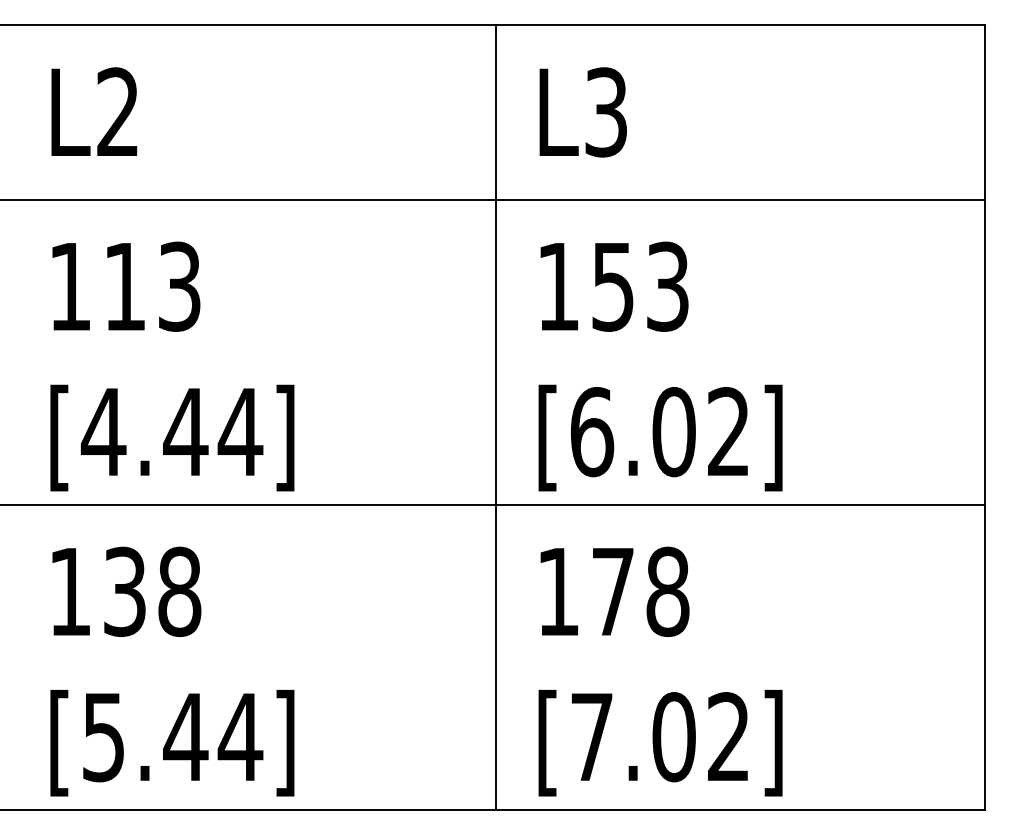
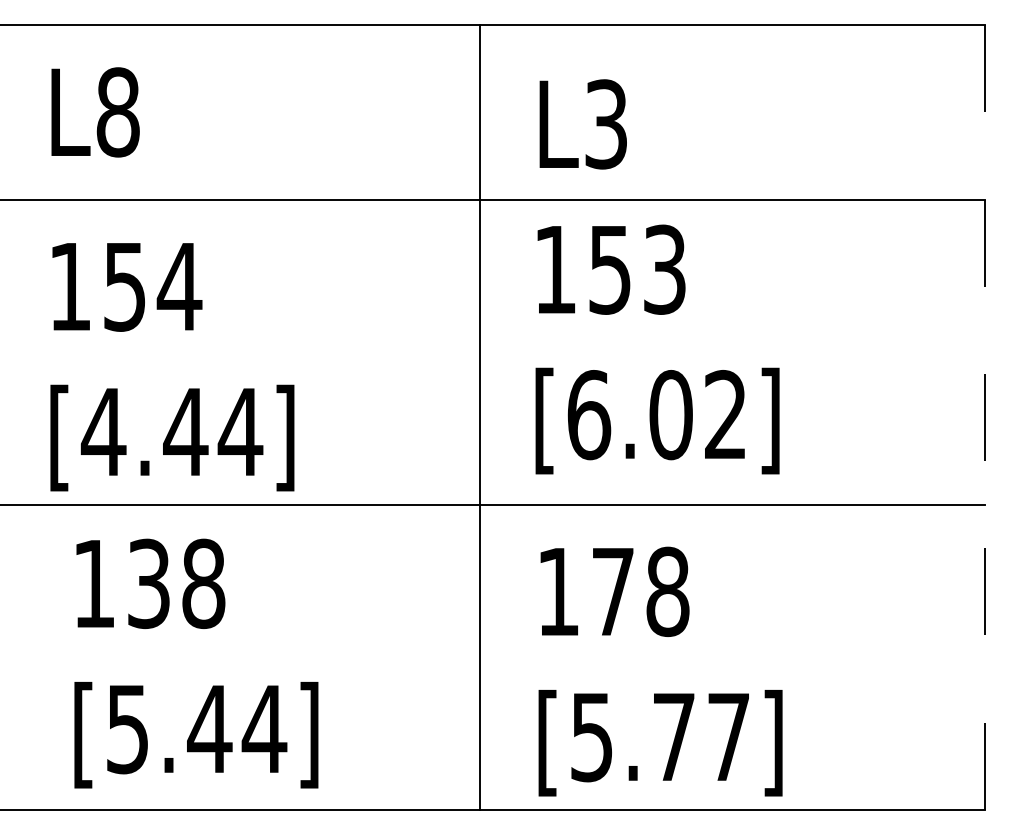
text at (117, 112): L2 -> L8
text at (582, 112) position: (582, 112) -> (582, 124)
text at (153, 286): 113 -> 154
text at (660, 366) position: (660, 366) -> (657, 349)
line at (496, 417) position: (496, 417) -> (480, 417)
line at (984, 417): solid -> dashed
text at (172, 671) position: (172, 671) -> (196, 663)
text at (659, 737): [7.02] -> [5.77]
